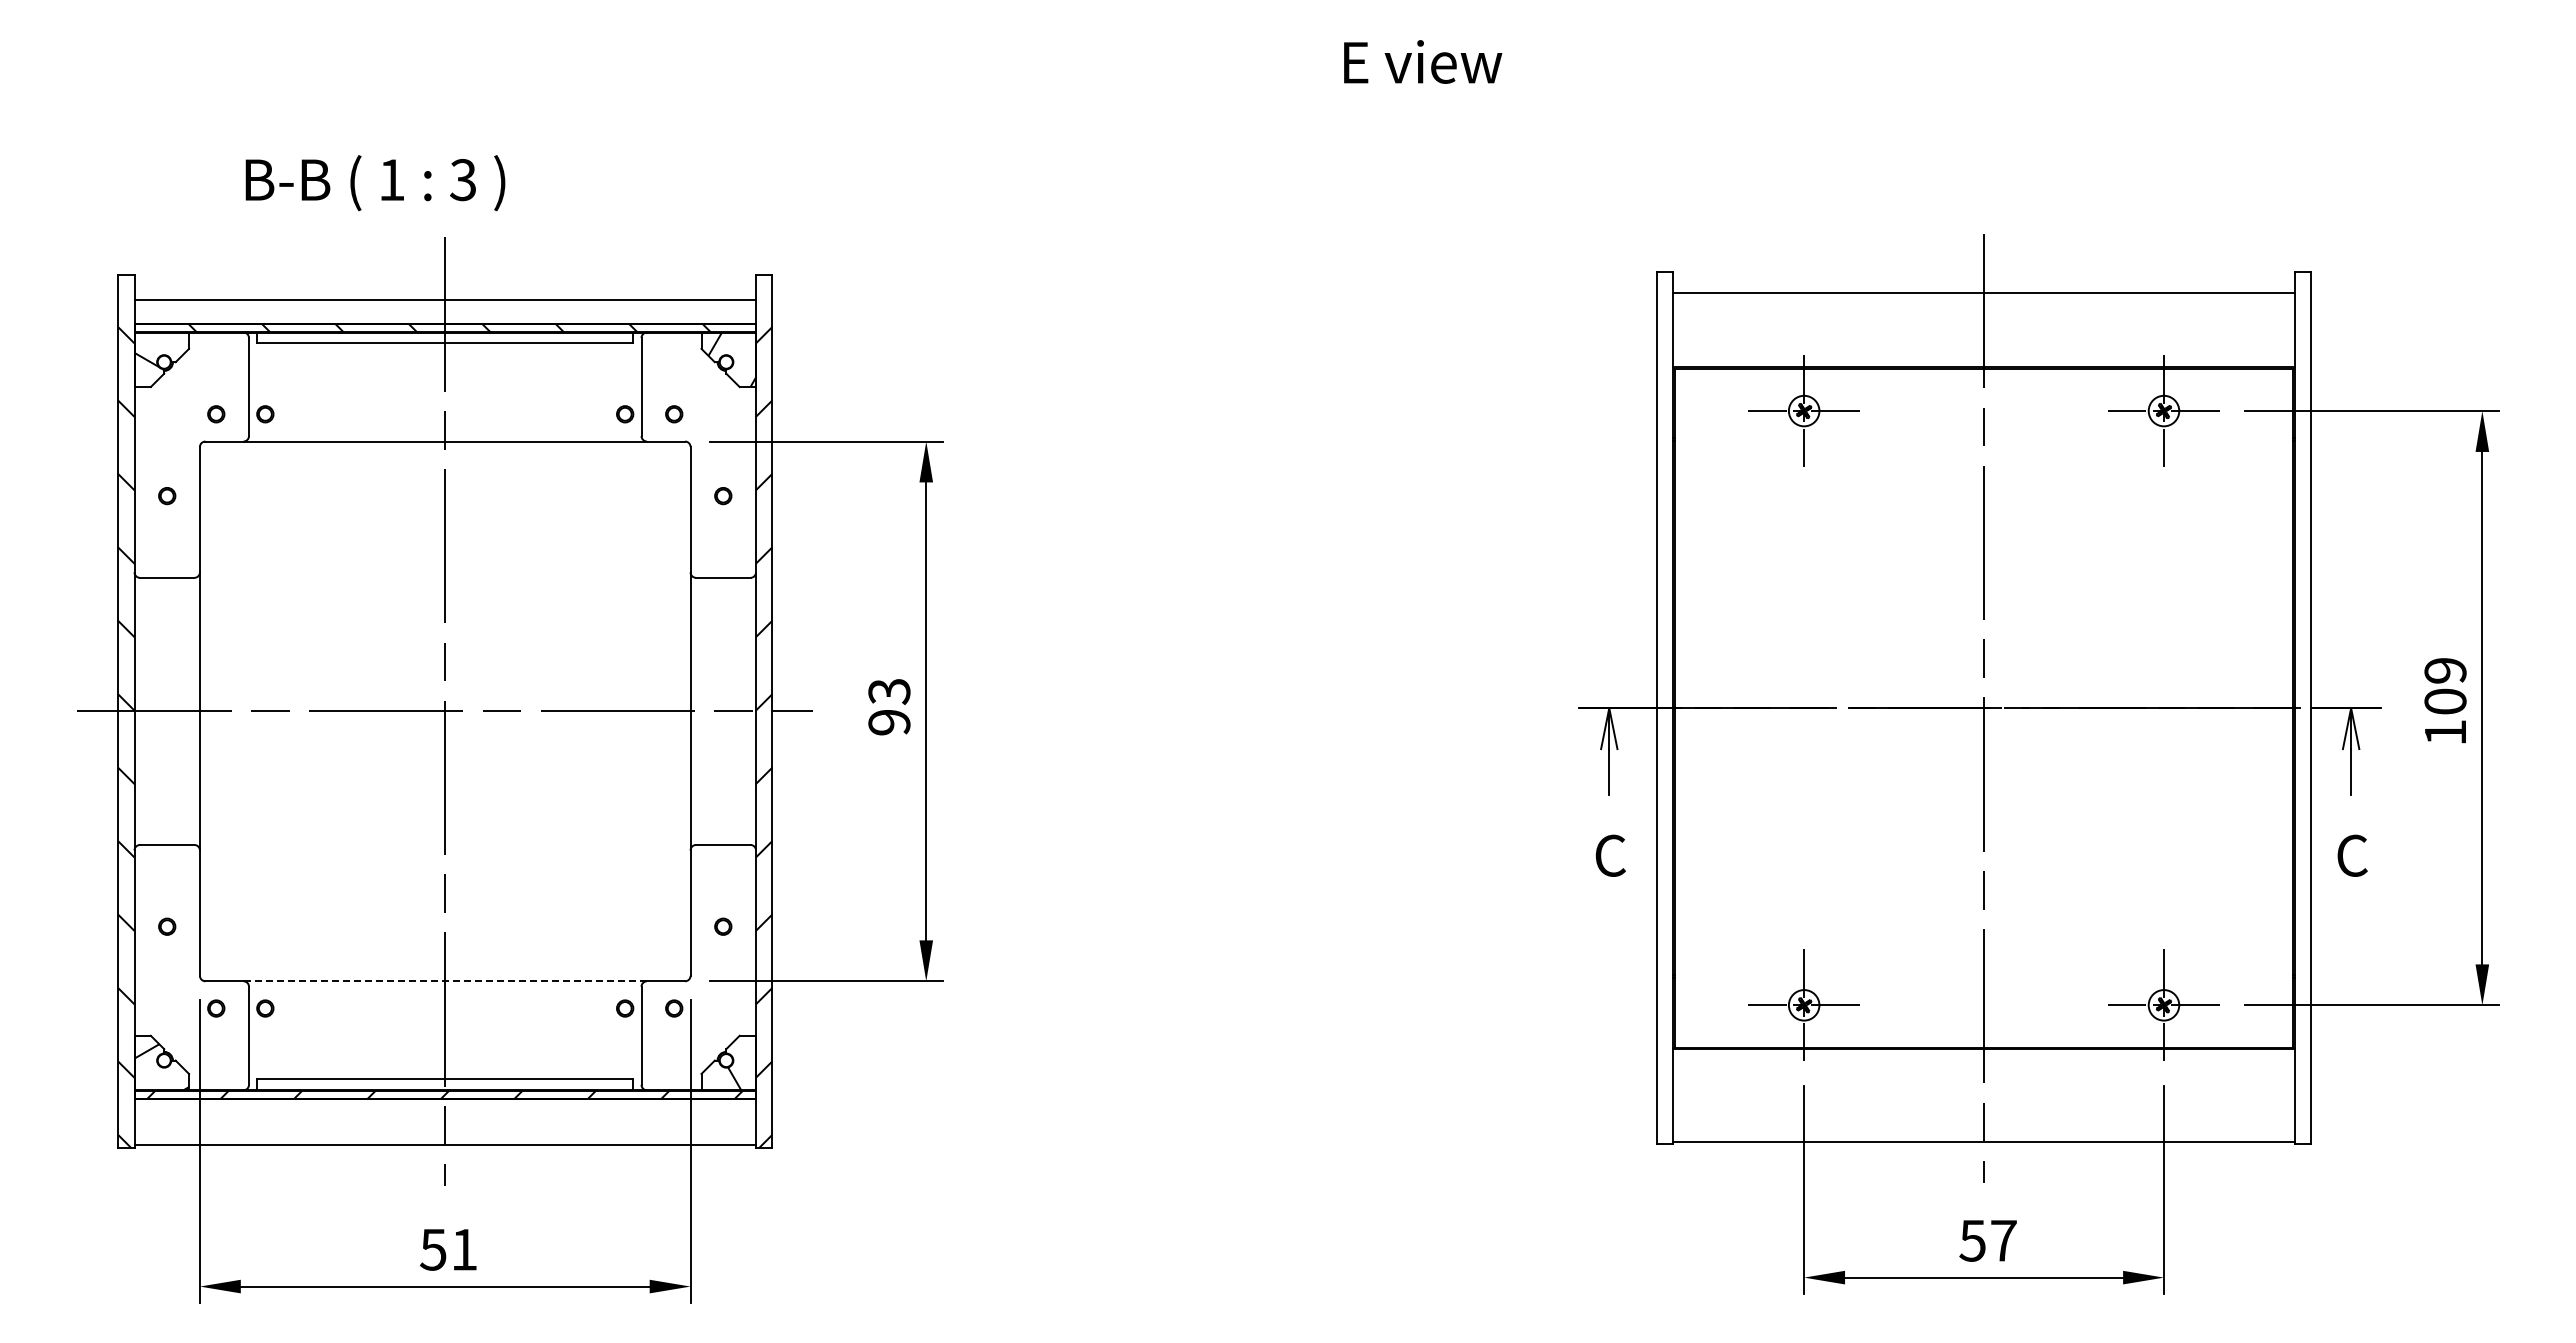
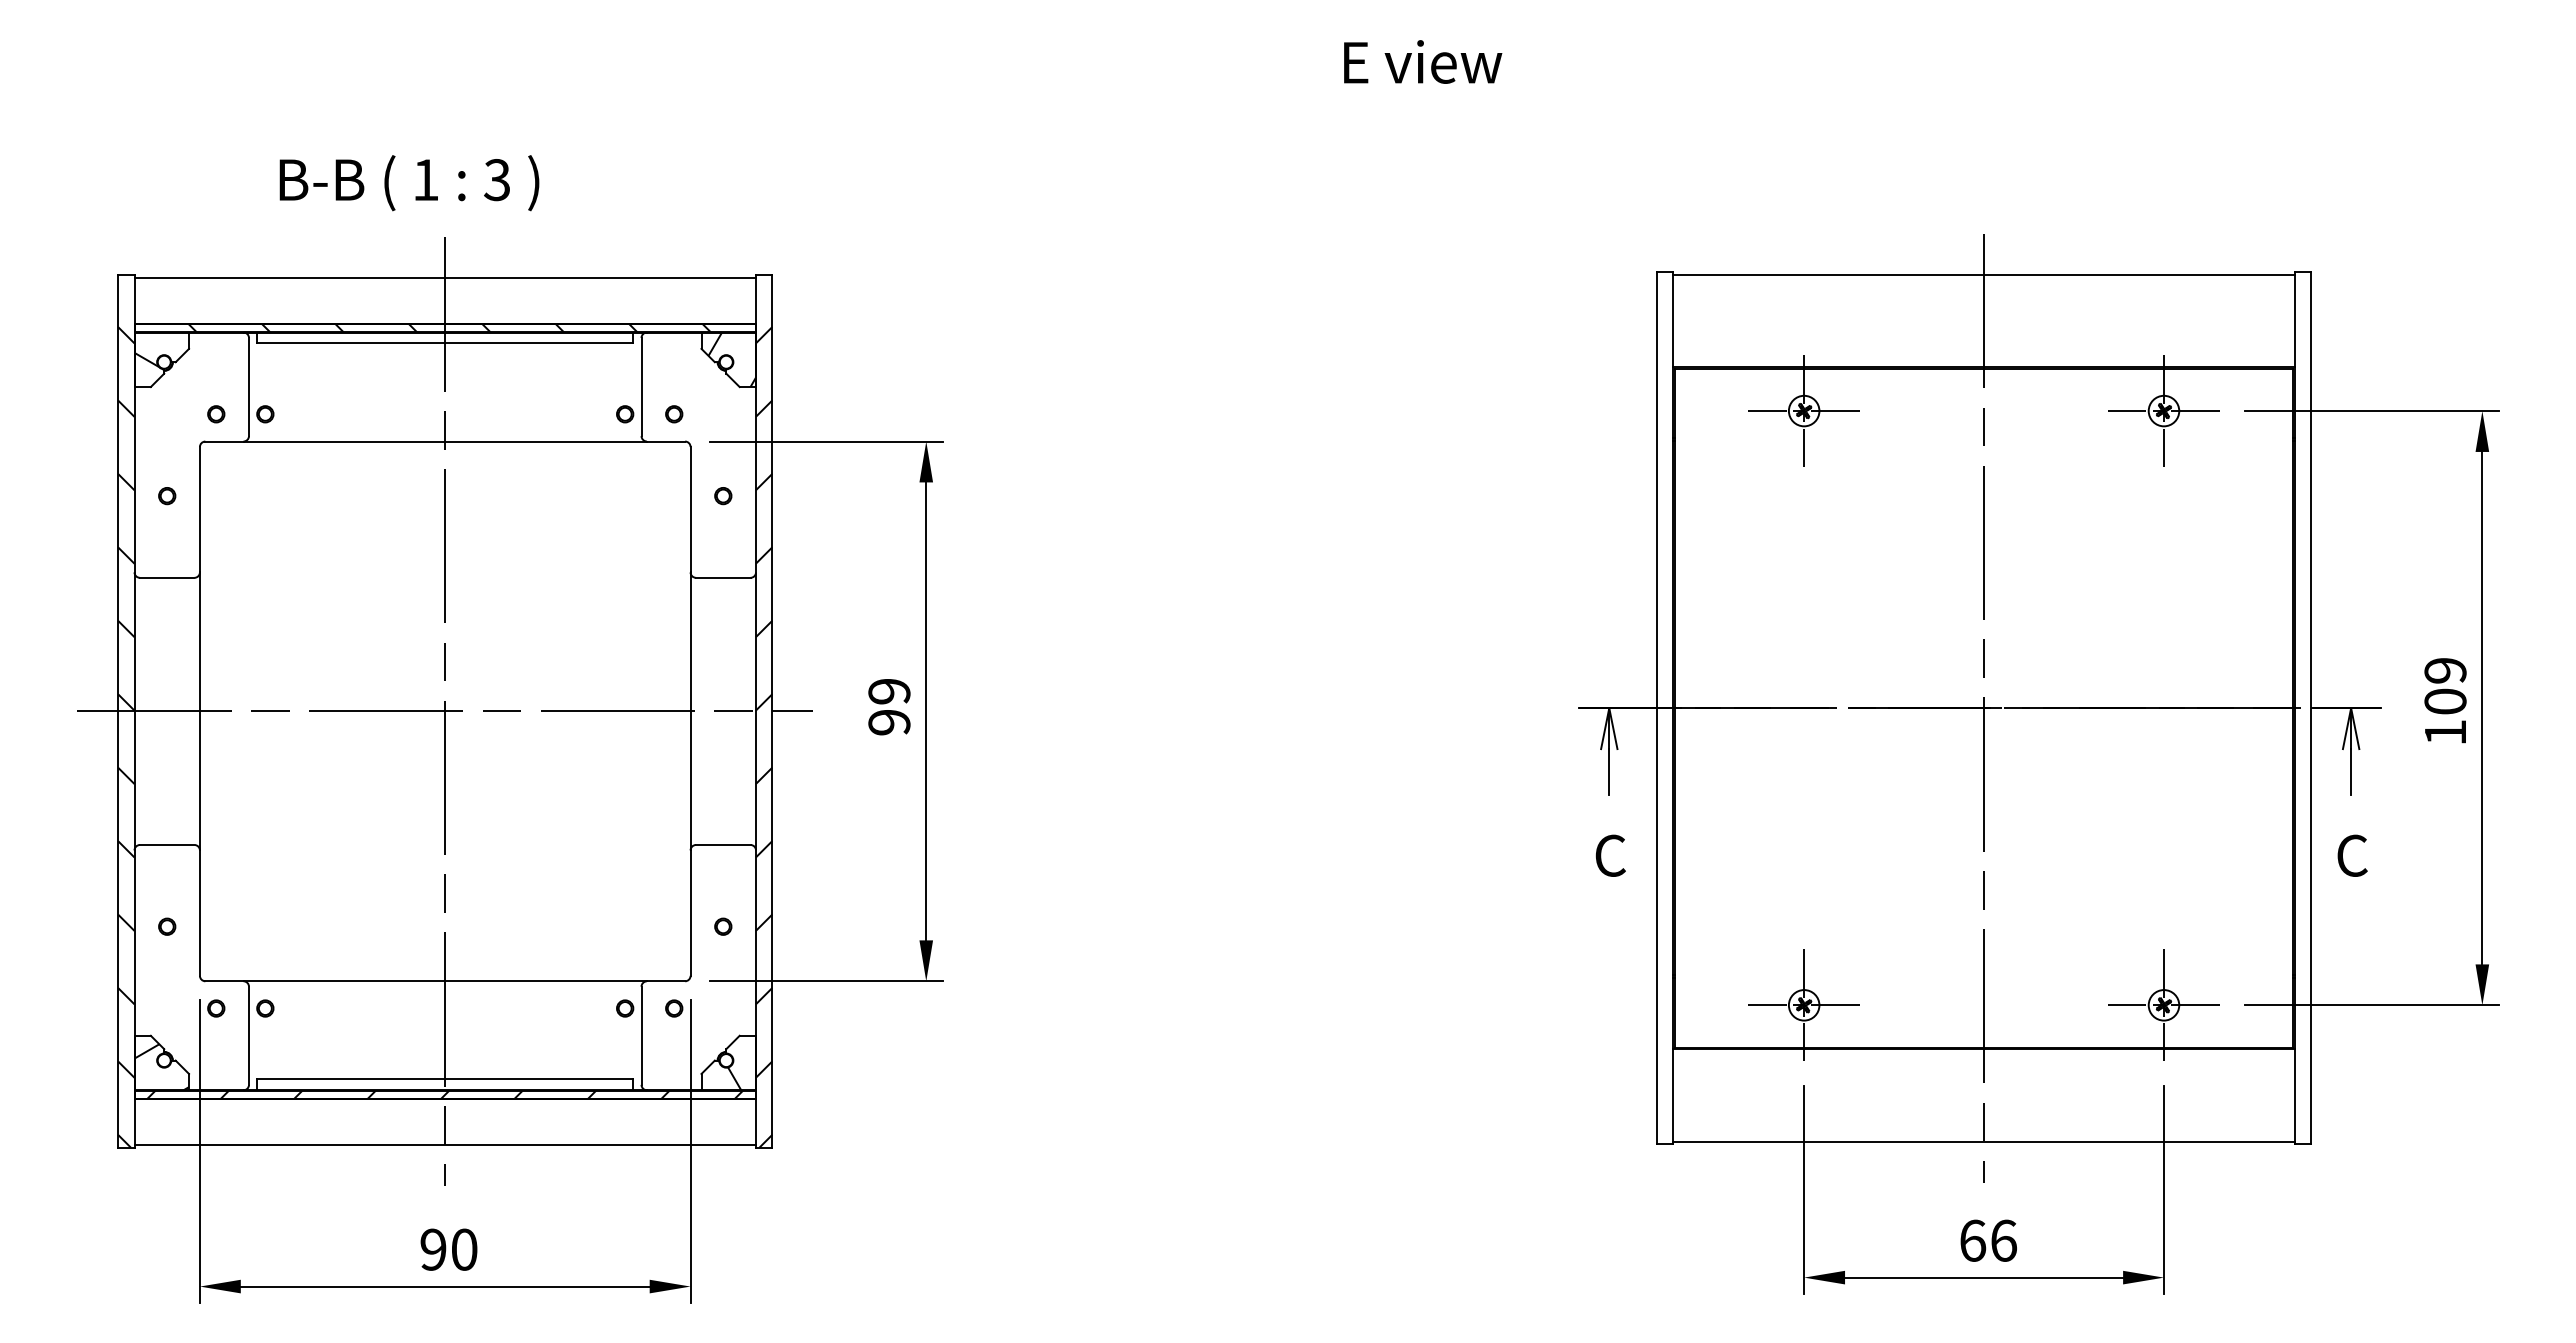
text at (375, 183) position: (375, 183) -> (409, 183)
line at (1983, 292) position: (1983, 292) -> (1983, 274)
line at (445, 300) position: (445, 300) -> (445, 278)
text at (889, 691): 93 -> 99
line at (445, 981): dashed -> solid
text at (1987, 1240): 57 -> 66
text at (448, 1249): 51 -> 90
